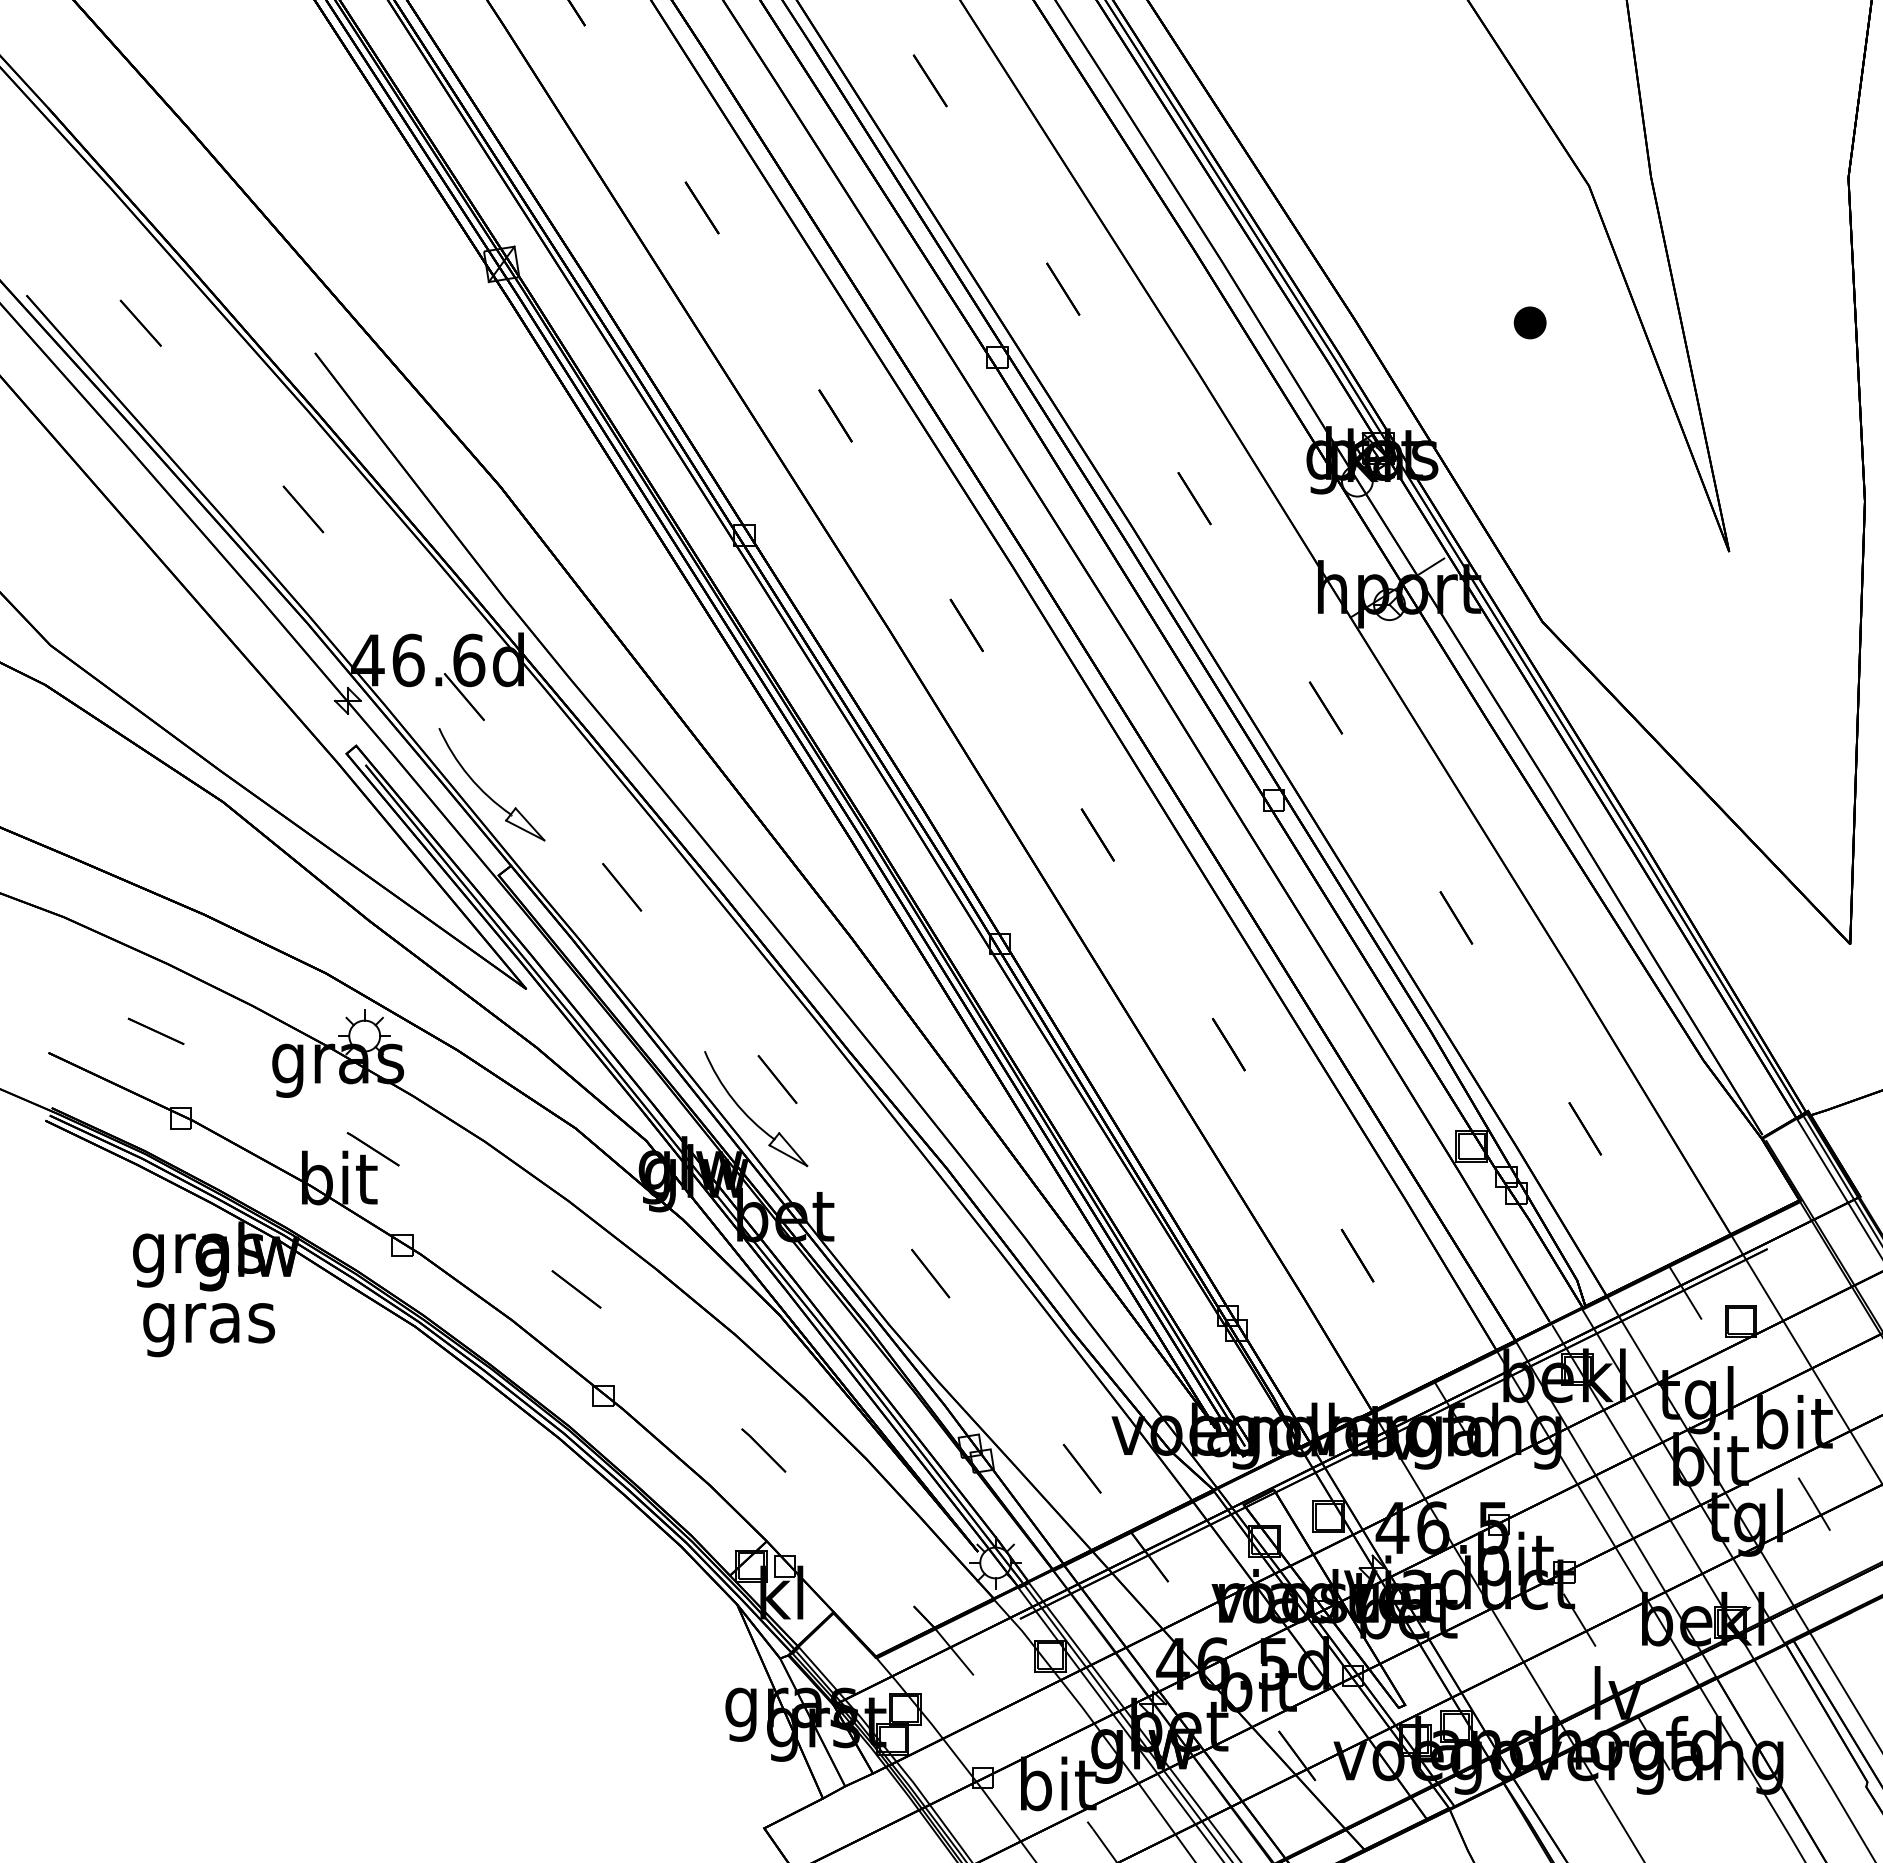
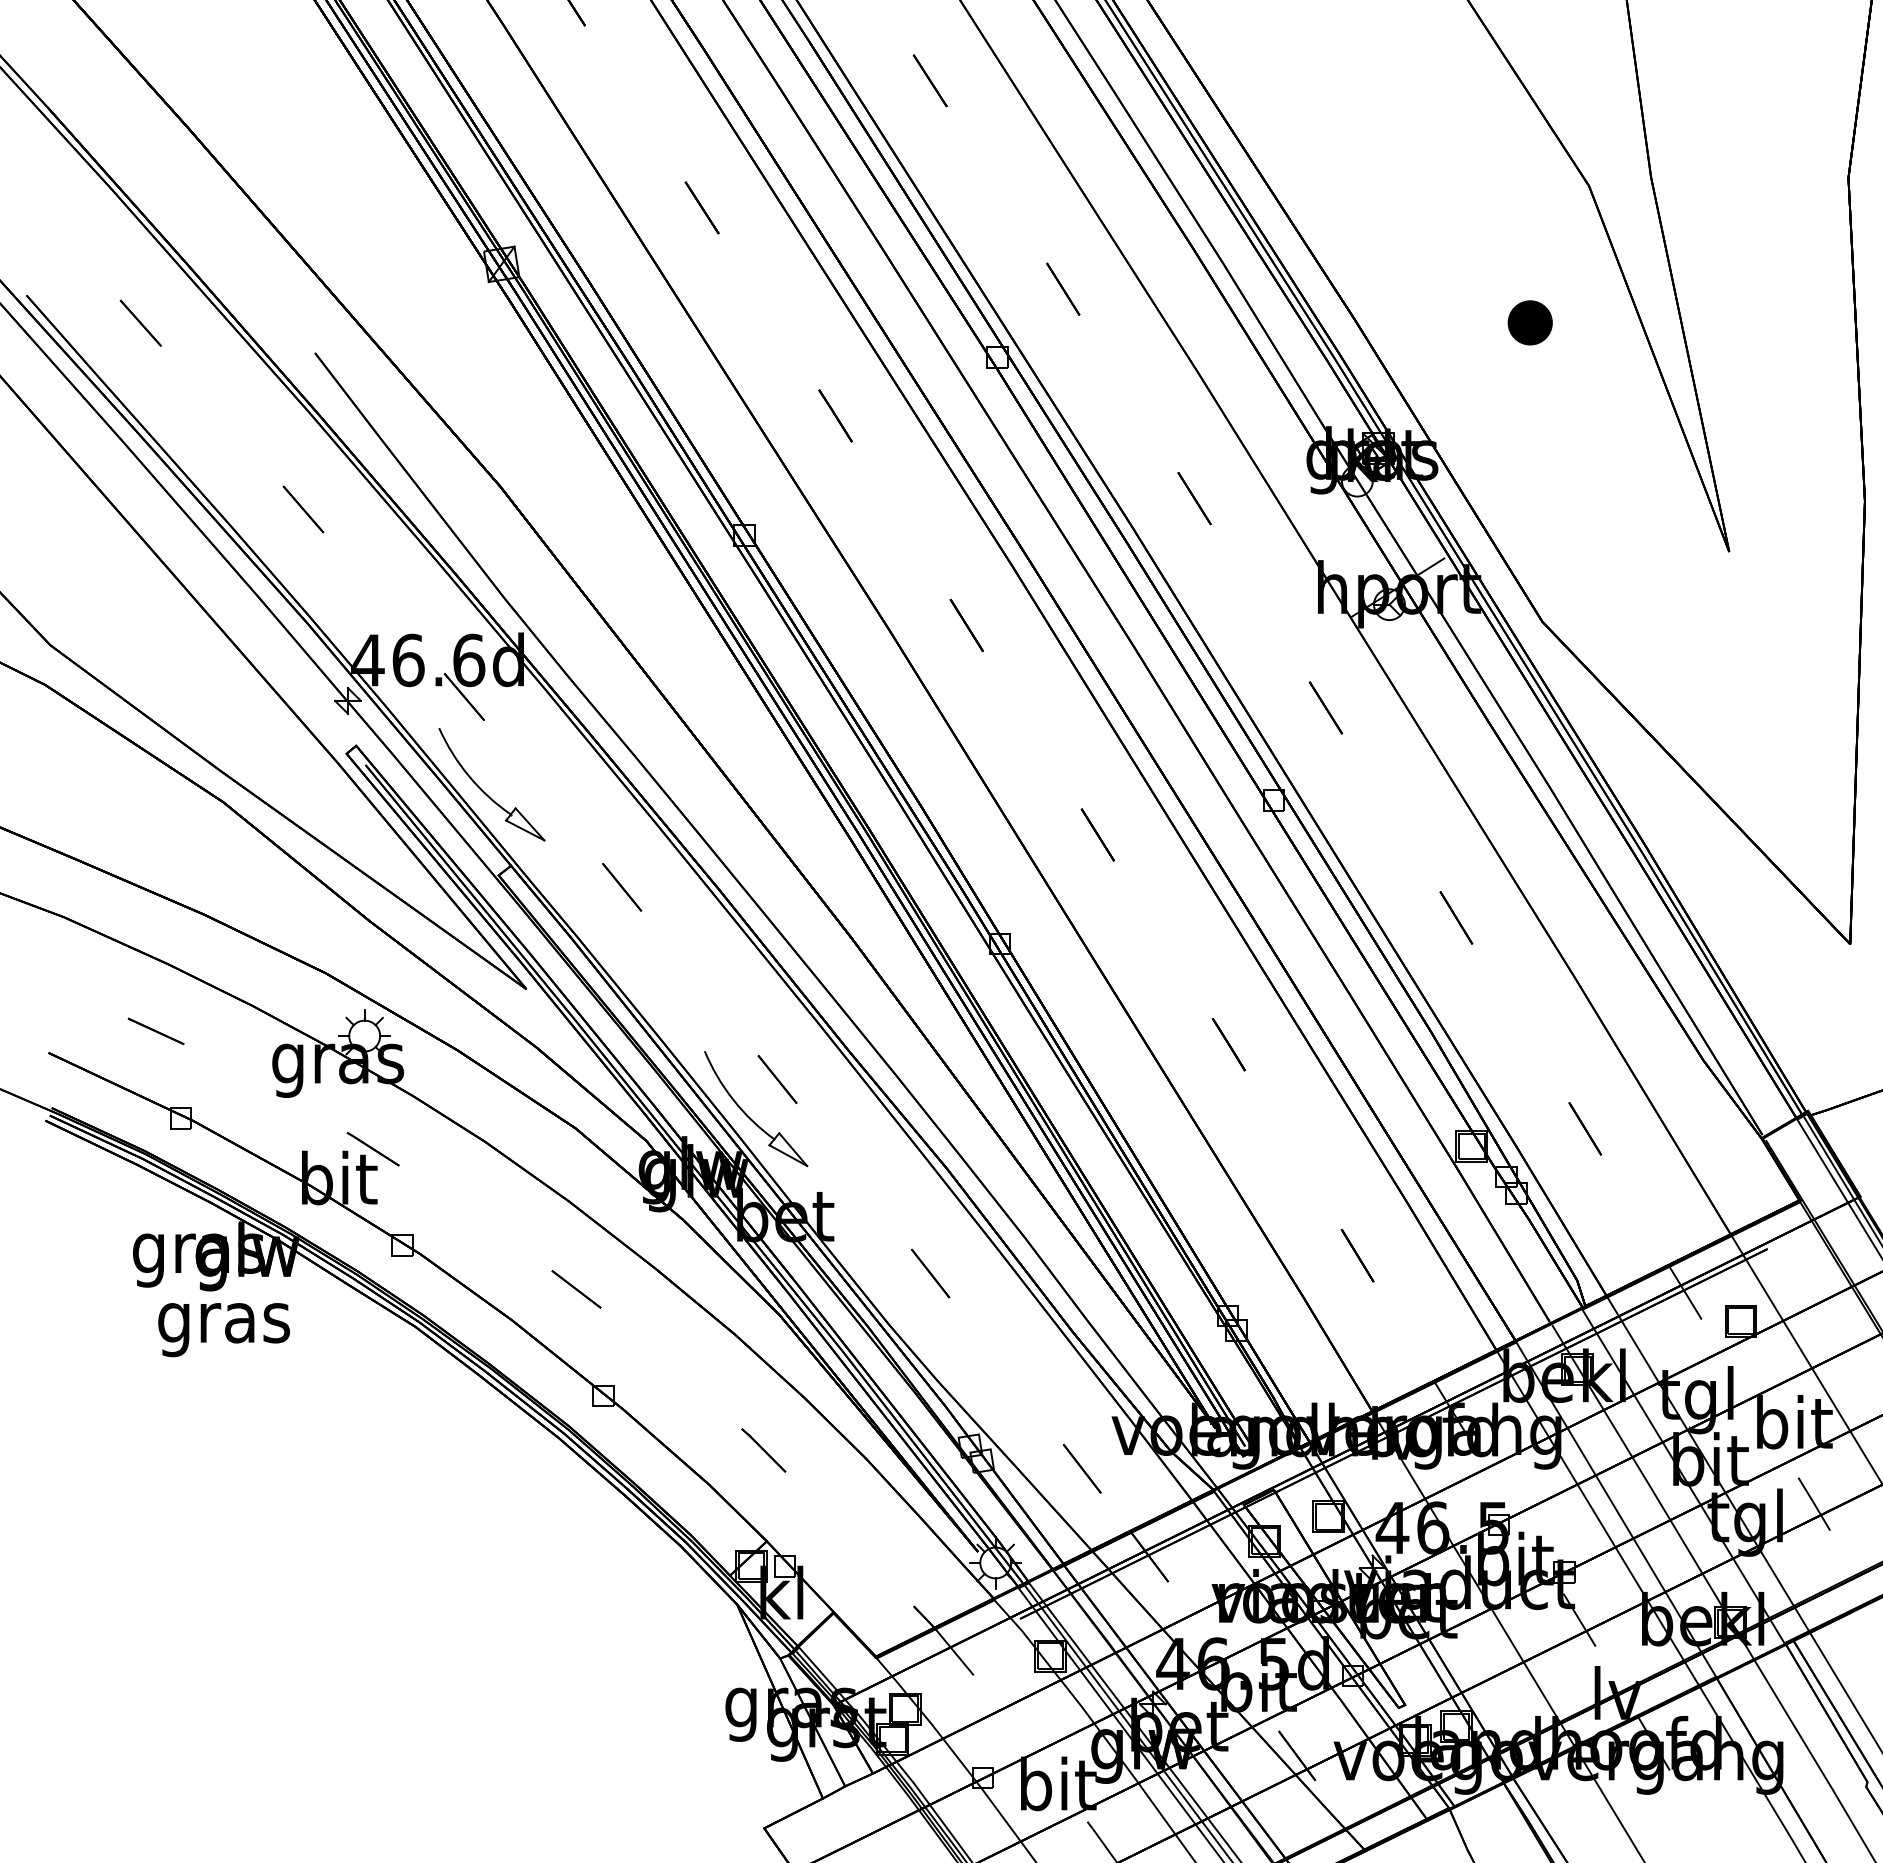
part at (1529, 322) size: 34x34 px -> 46x46 px
text at (208, 1330) position: (208, 1330) -> (223, 1330)
